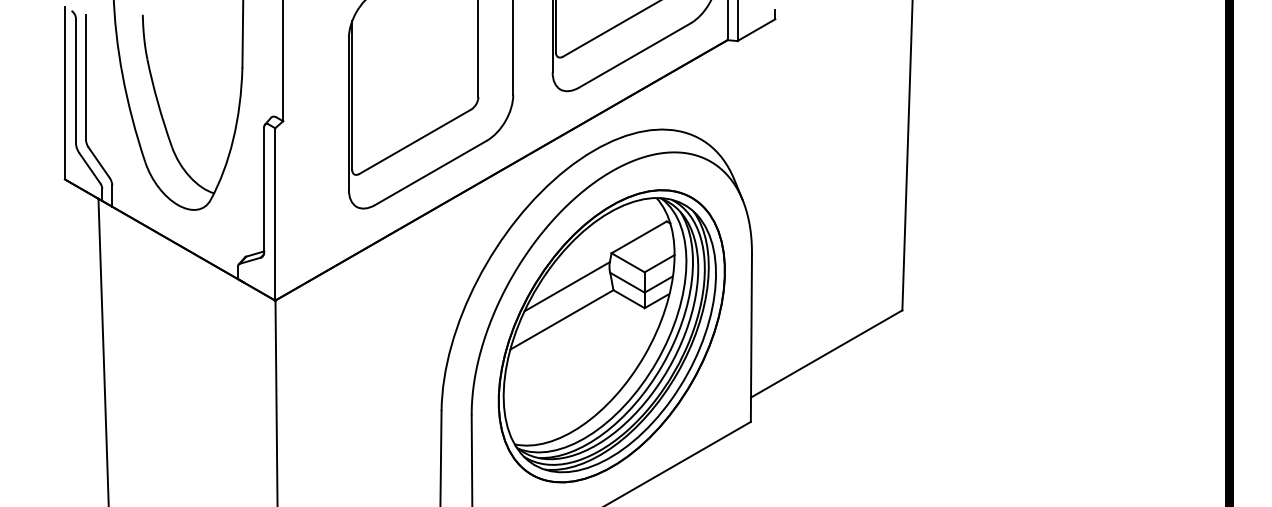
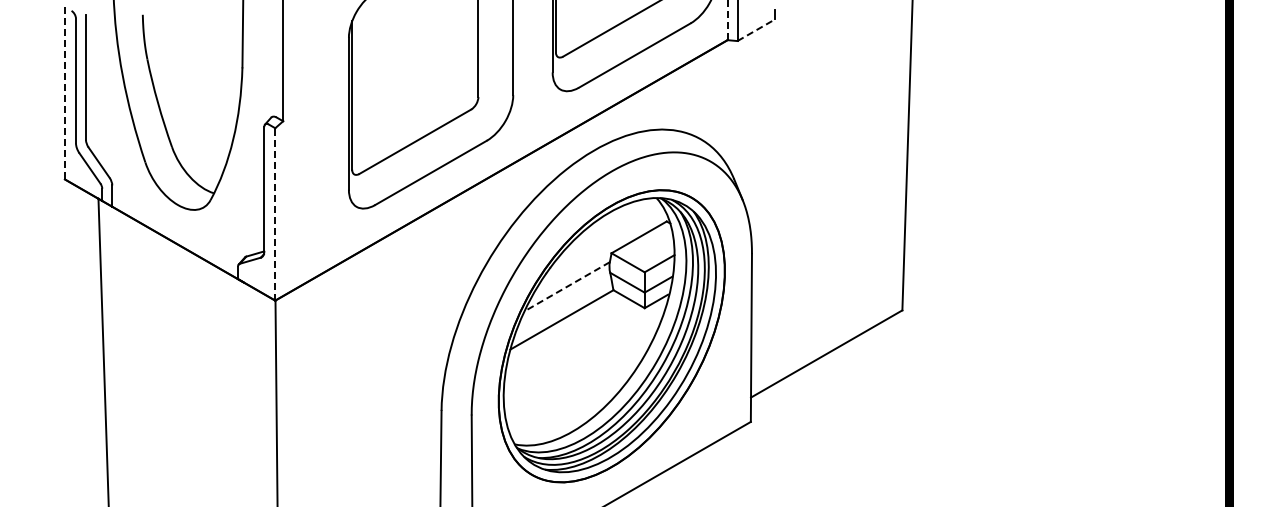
line at (727, 20): solid -> dashed
line at (756, 30): solid -> dashed
line at (64, 93): solid -> dashed
line at (275, 213): solid -> dashed
line at (566, 286): solid -> dashed
